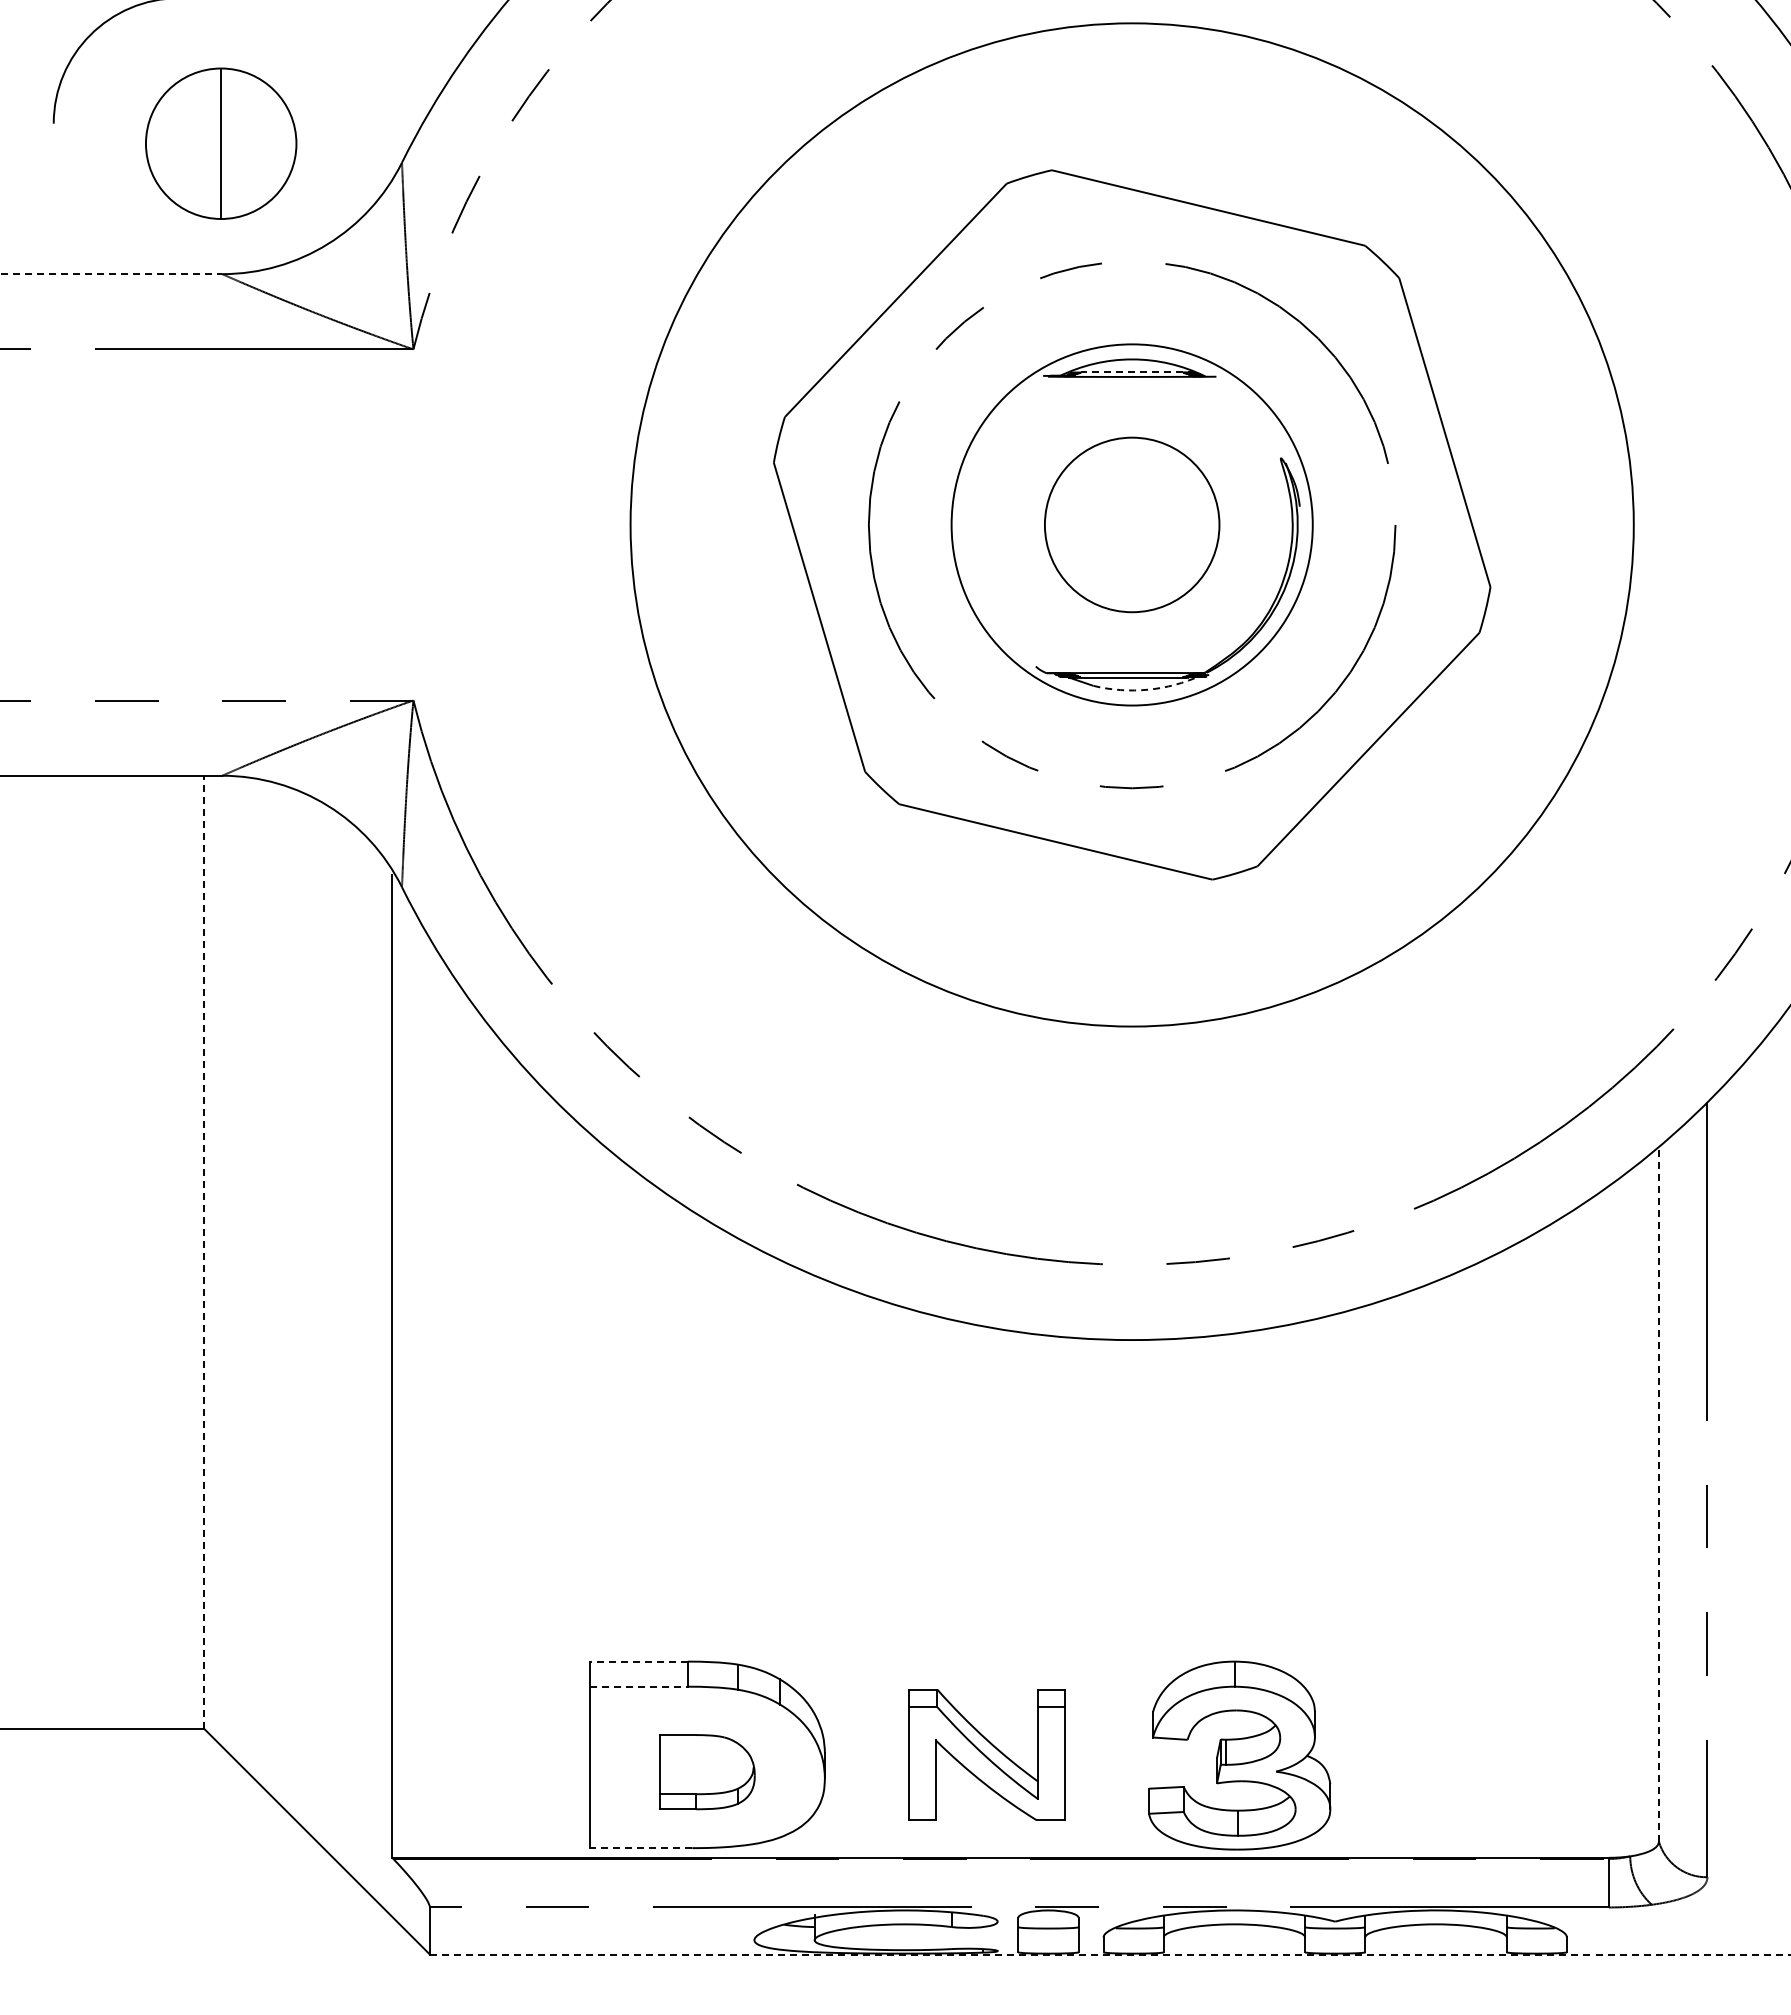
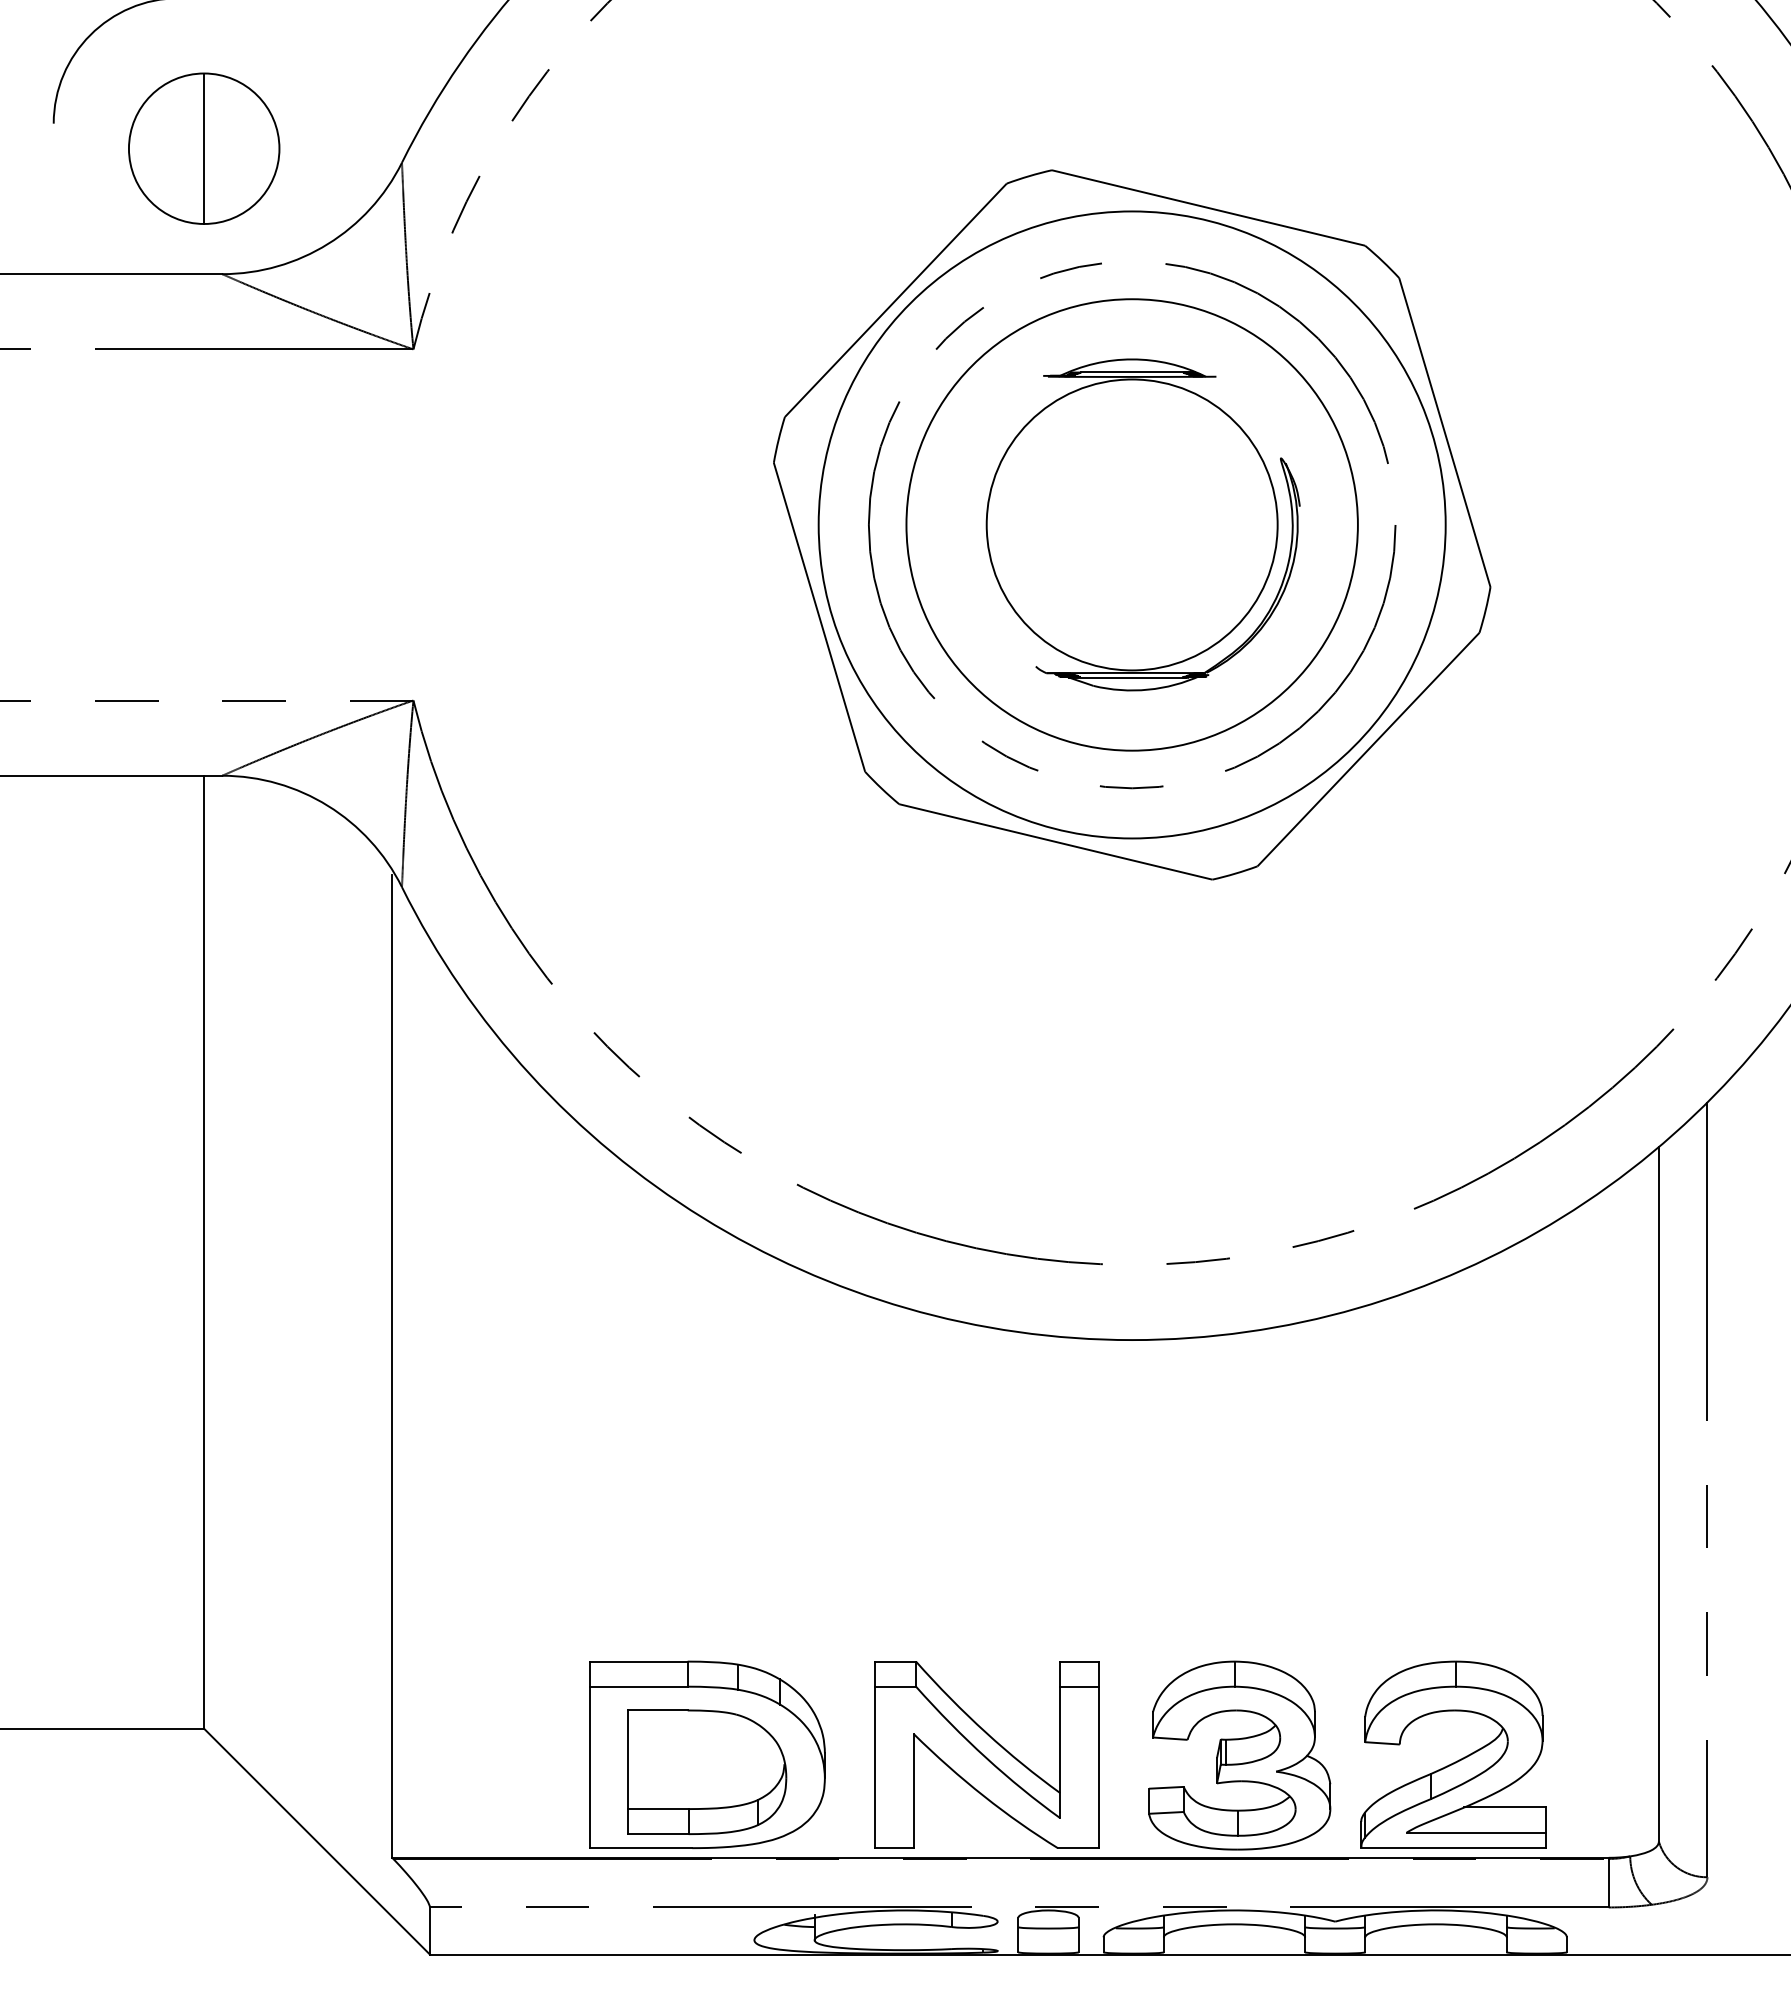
part at (221, 143) position: (221, 143) -> (204, 148)
line at (111, 274): dashed -> solid
line at (1137, 371): dashed -> solid
circle at (1131, 524) diameter: 1003 px -> 627 px
circle at (1131, 524) diameter: 175 px -> 291 px
circle at (1131, 524) diameter: 361 px -> 451 px
arc at (1148, 689): dashed -> solid
line at (204, 1252): dashed -> solid
line at (1658, 1493): dashed -> solid
line at (638, 1661): dashed -> solid
line at (639, 1686): dashed -> solid
part at (986, 1754) size: 158x132 px -> 226x188 px
part at (1457, 1760): none -> present
part at (707, 1772) size: 97x77 px -> 161x126 px
line at (640, 1848): dashed -> solid
line at (1110, 1954): dashed -> solid
